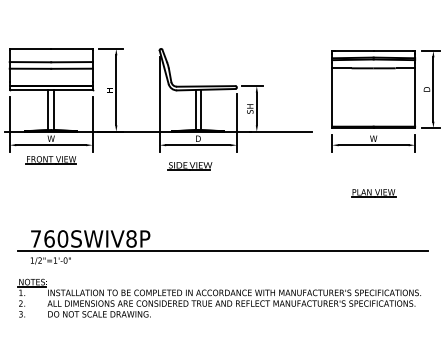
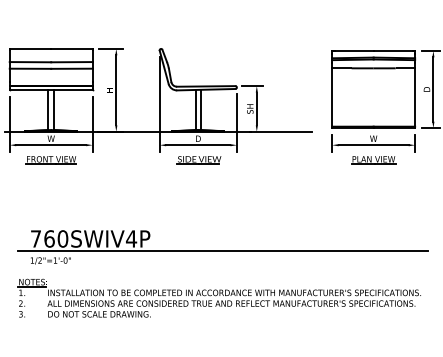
part at (189, 166) position: (189, 166) -> (198, 160)
part at (373, 193) position: (373, 193) -> (373, 160)
text at (131, 238): 760SWIV8P -> 760SWIV4P
